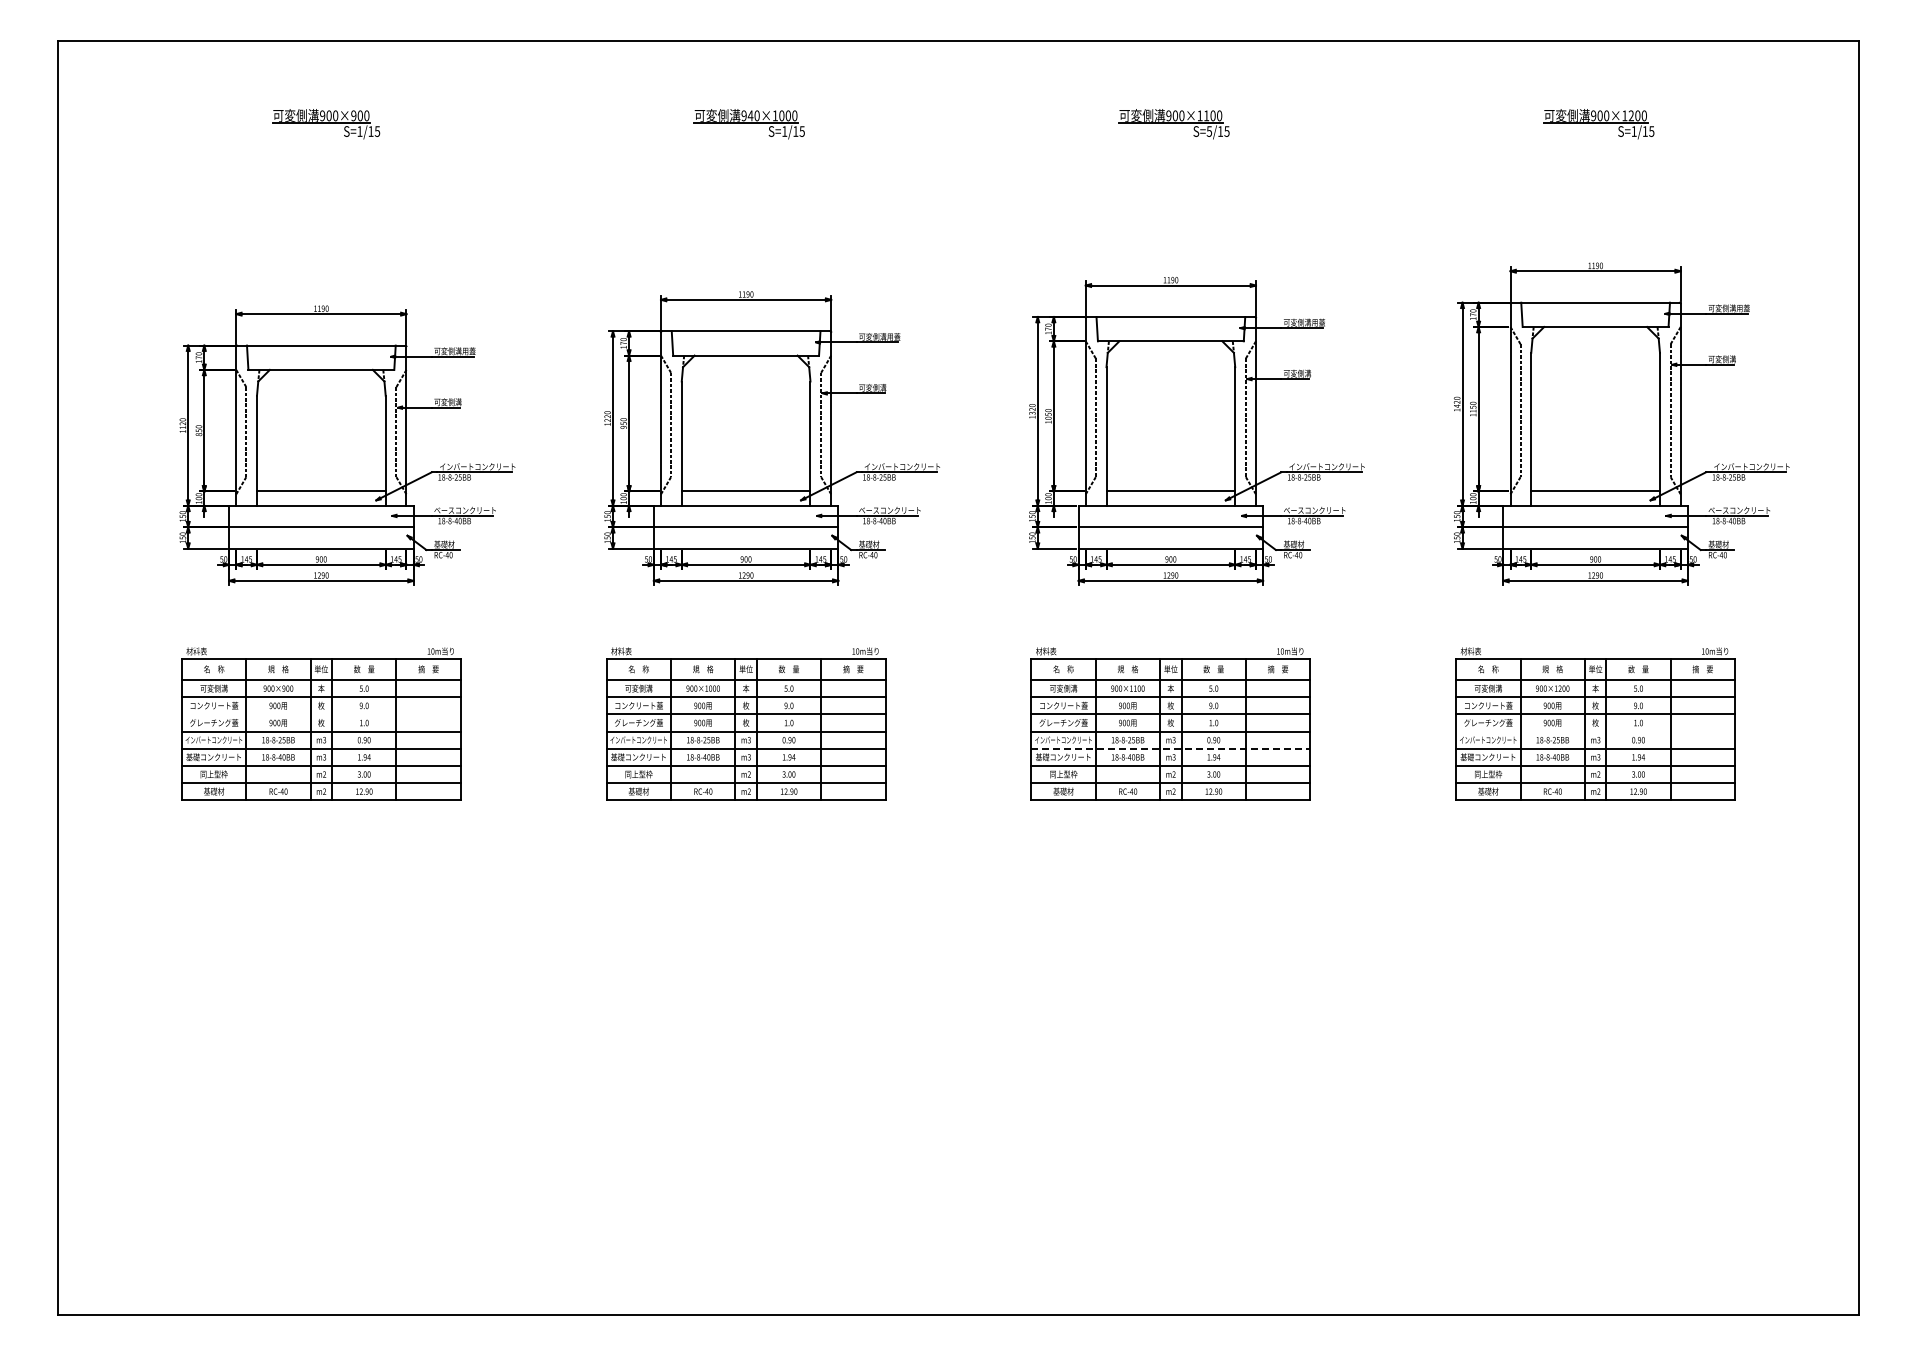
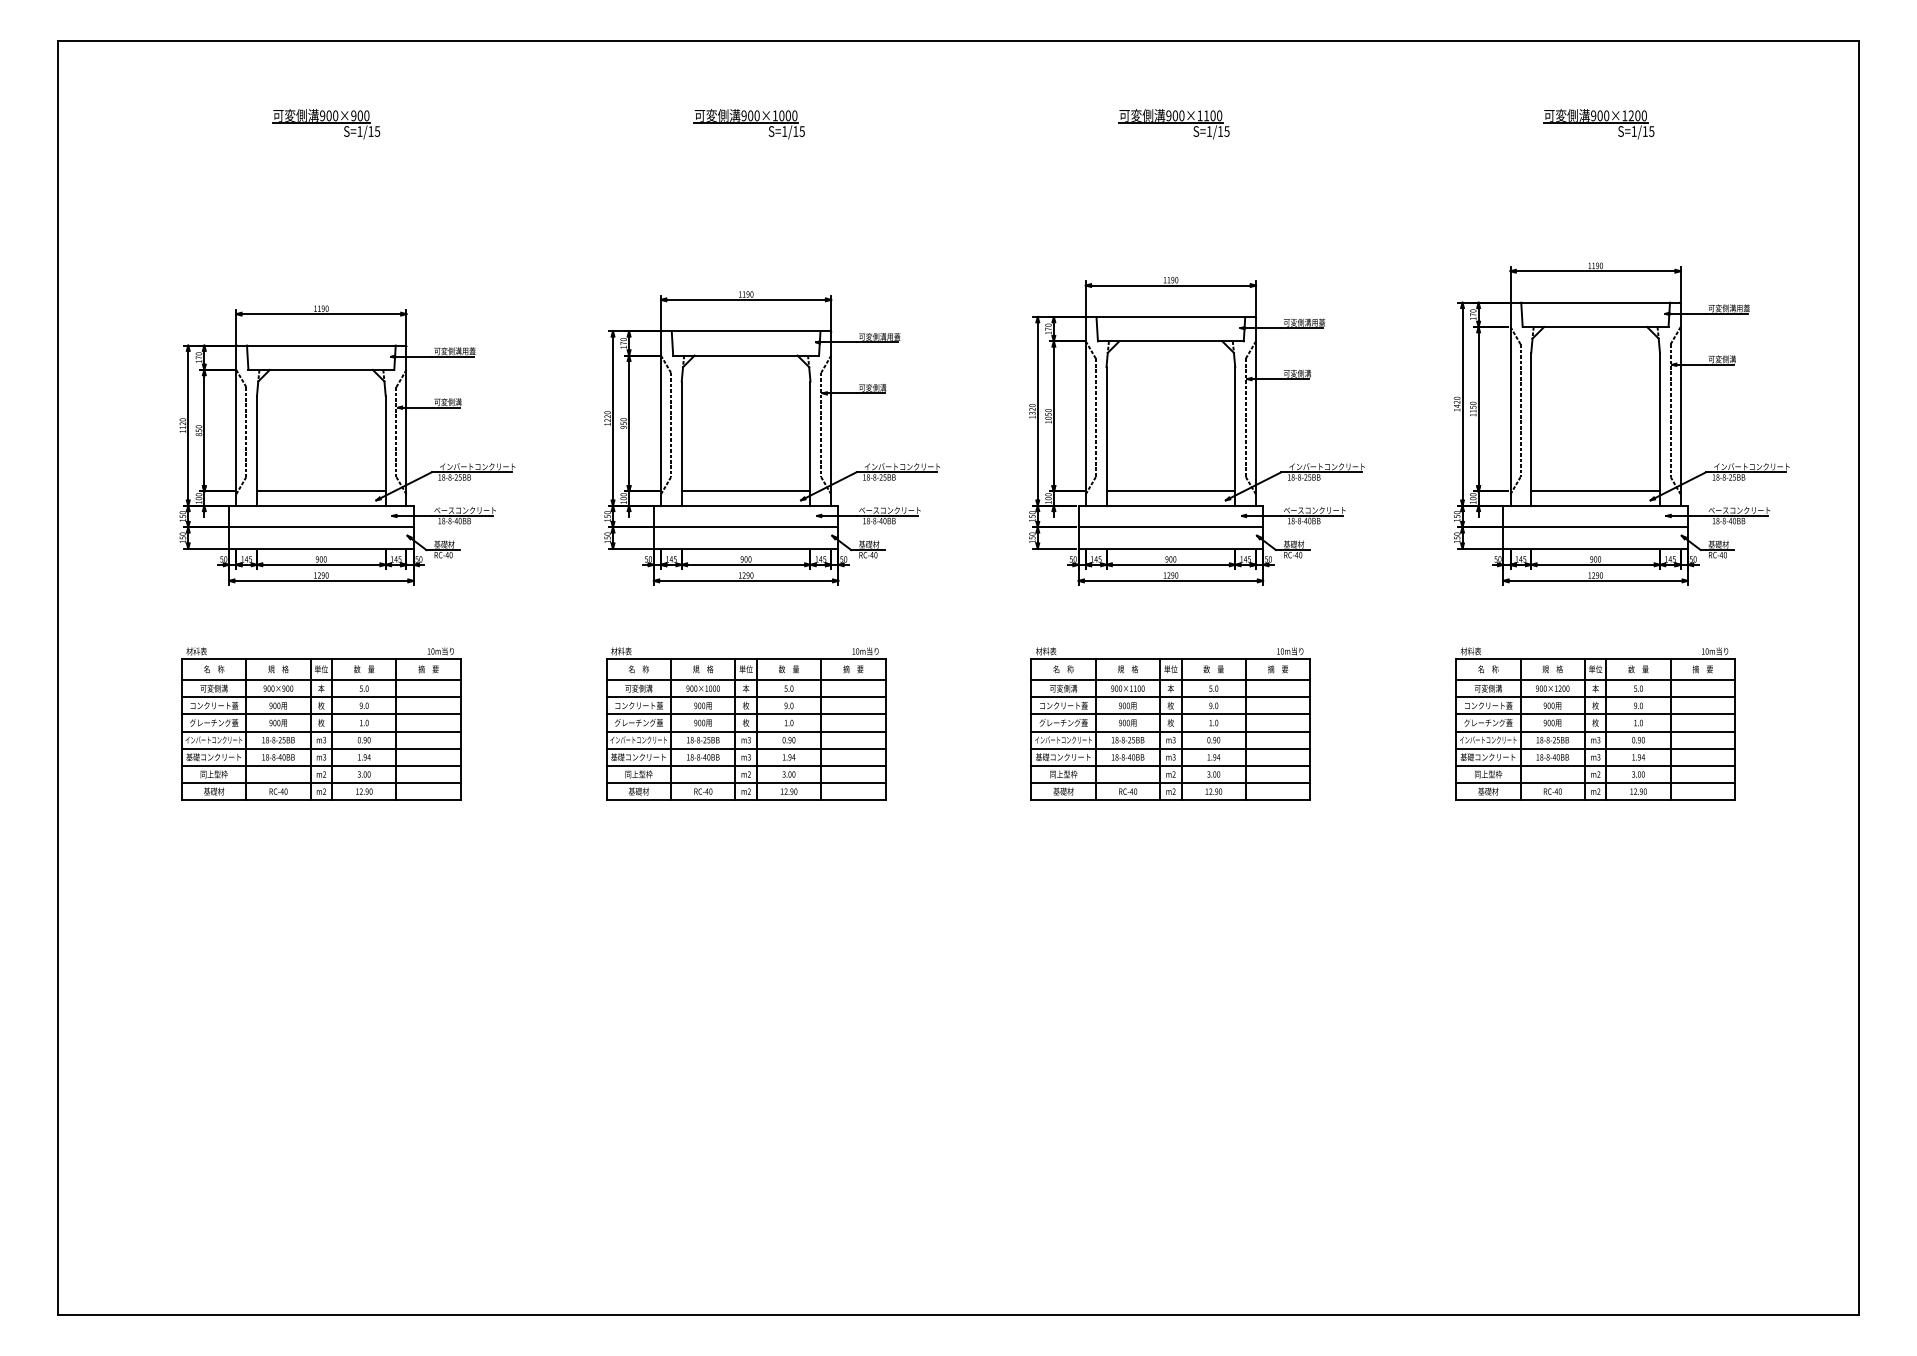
text at (750, 115): 940×1000 -> 900×1000
text at (1209, 131): S=5/15 -> S=1/15
line at (320, 714): none -> present
line at (1595, 731): none -> present
line at (1171, 748): dashed -> solid
